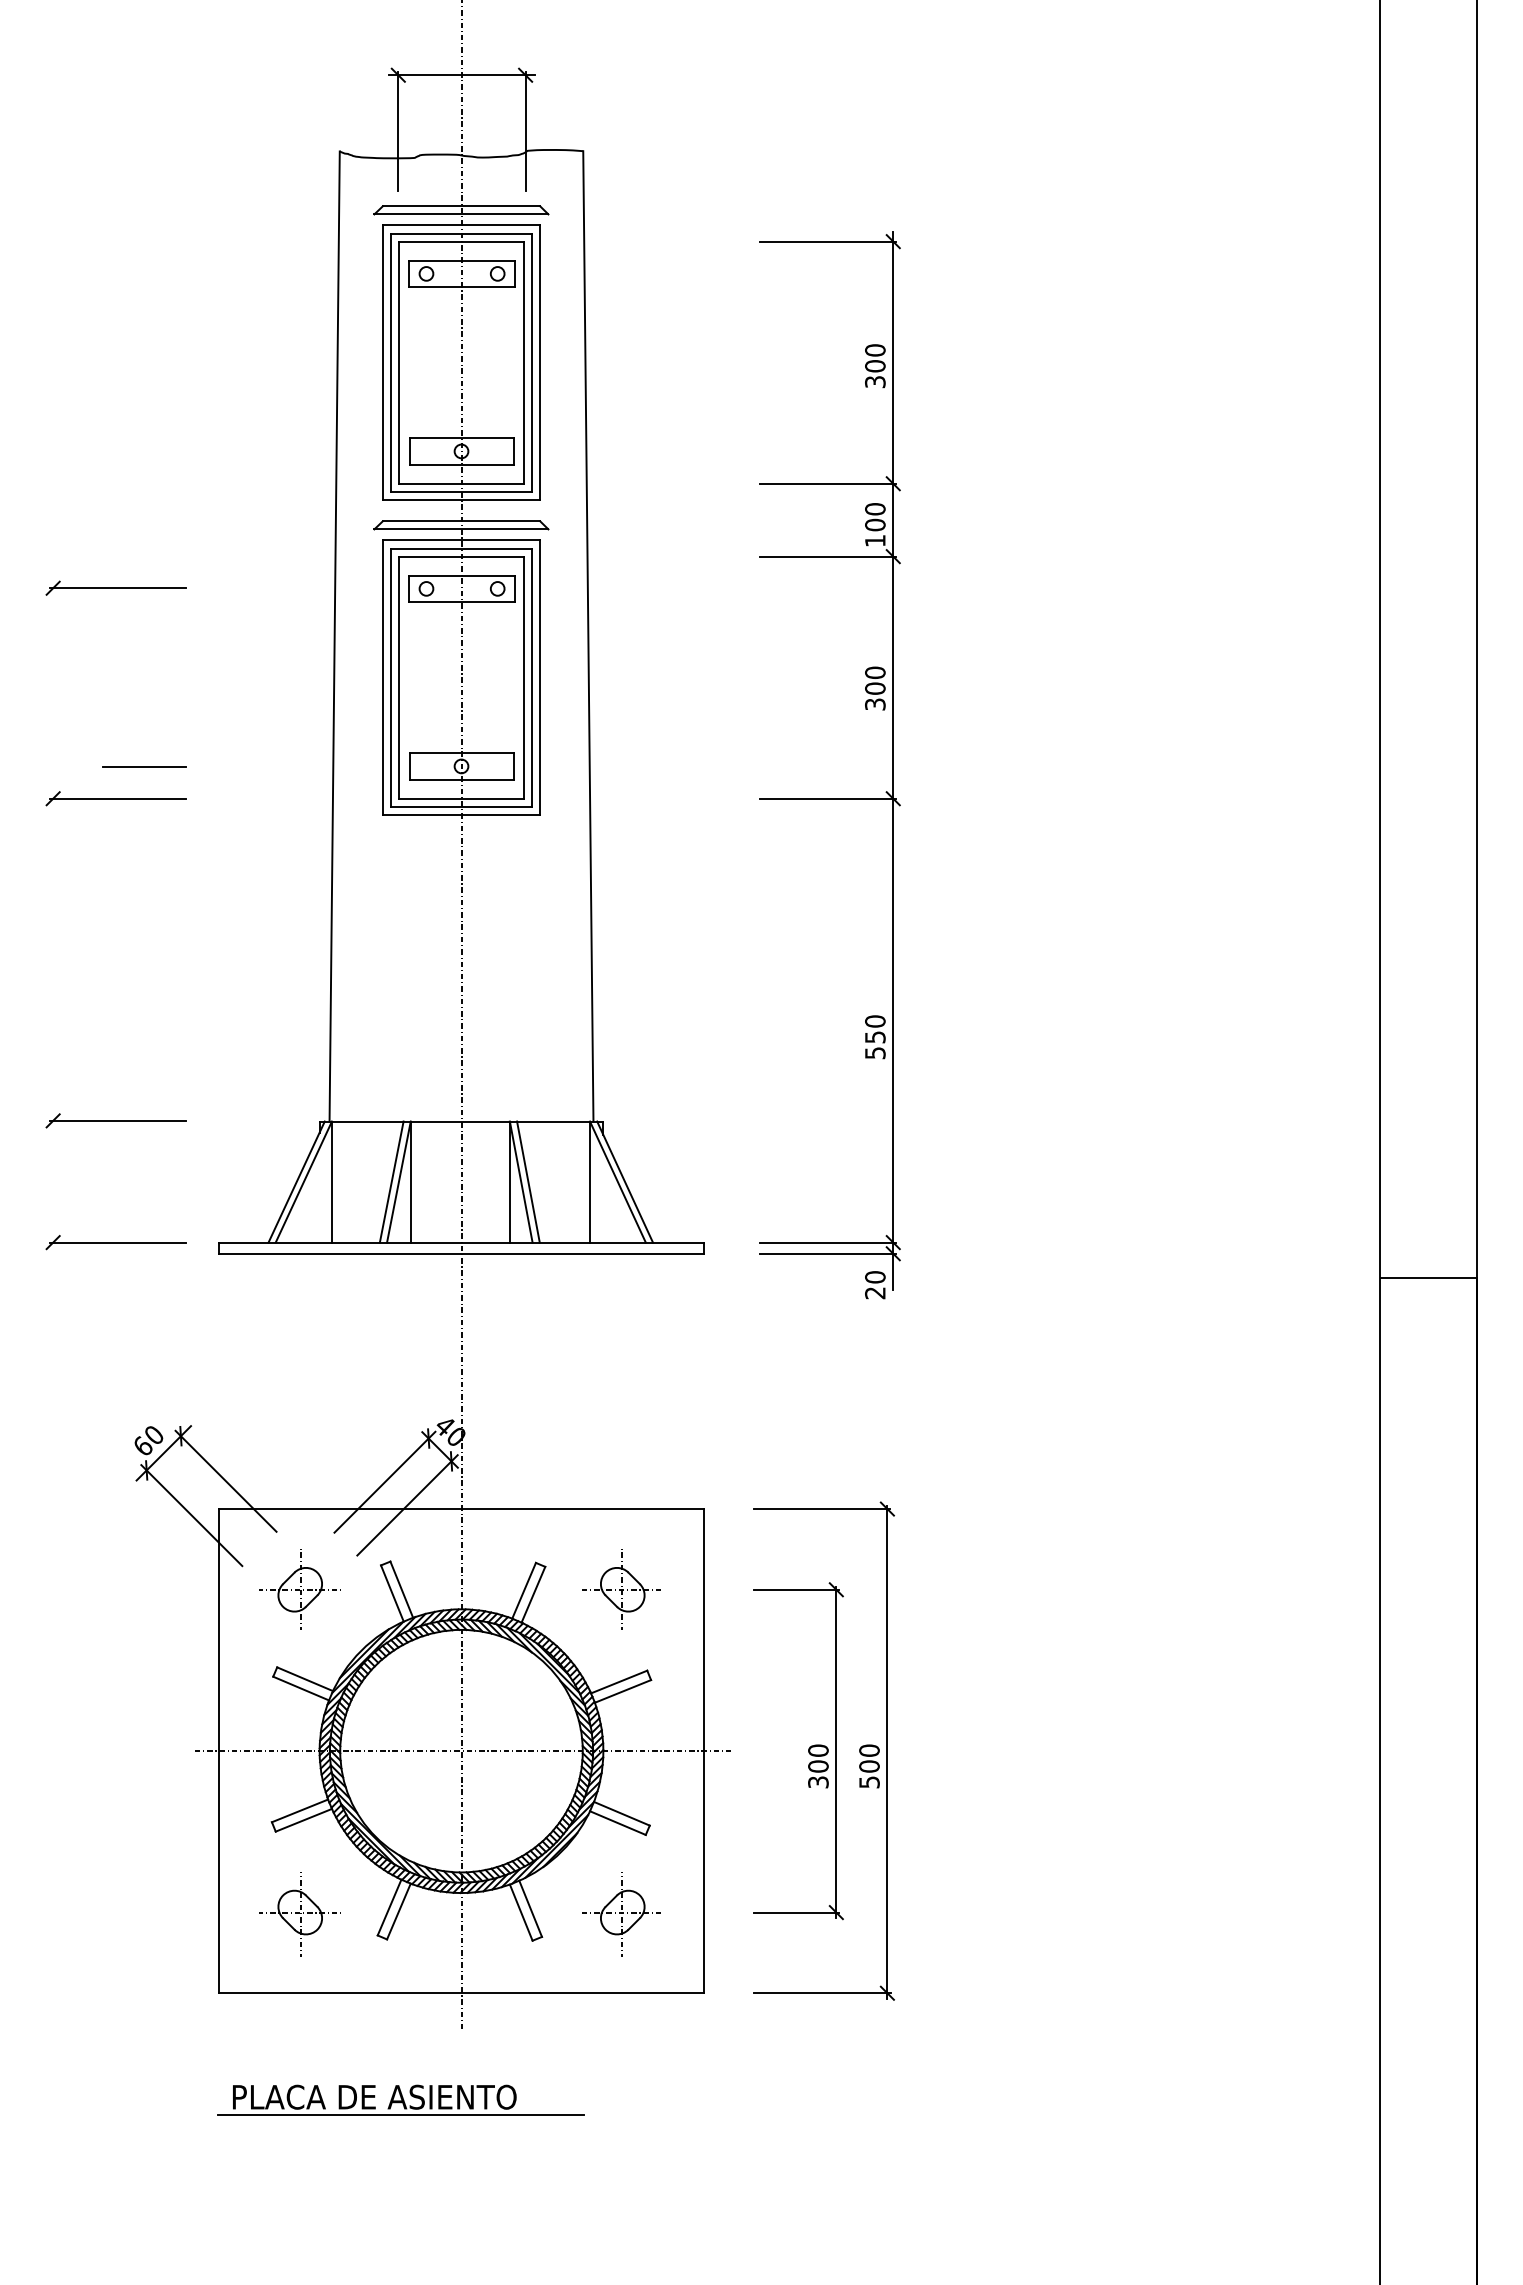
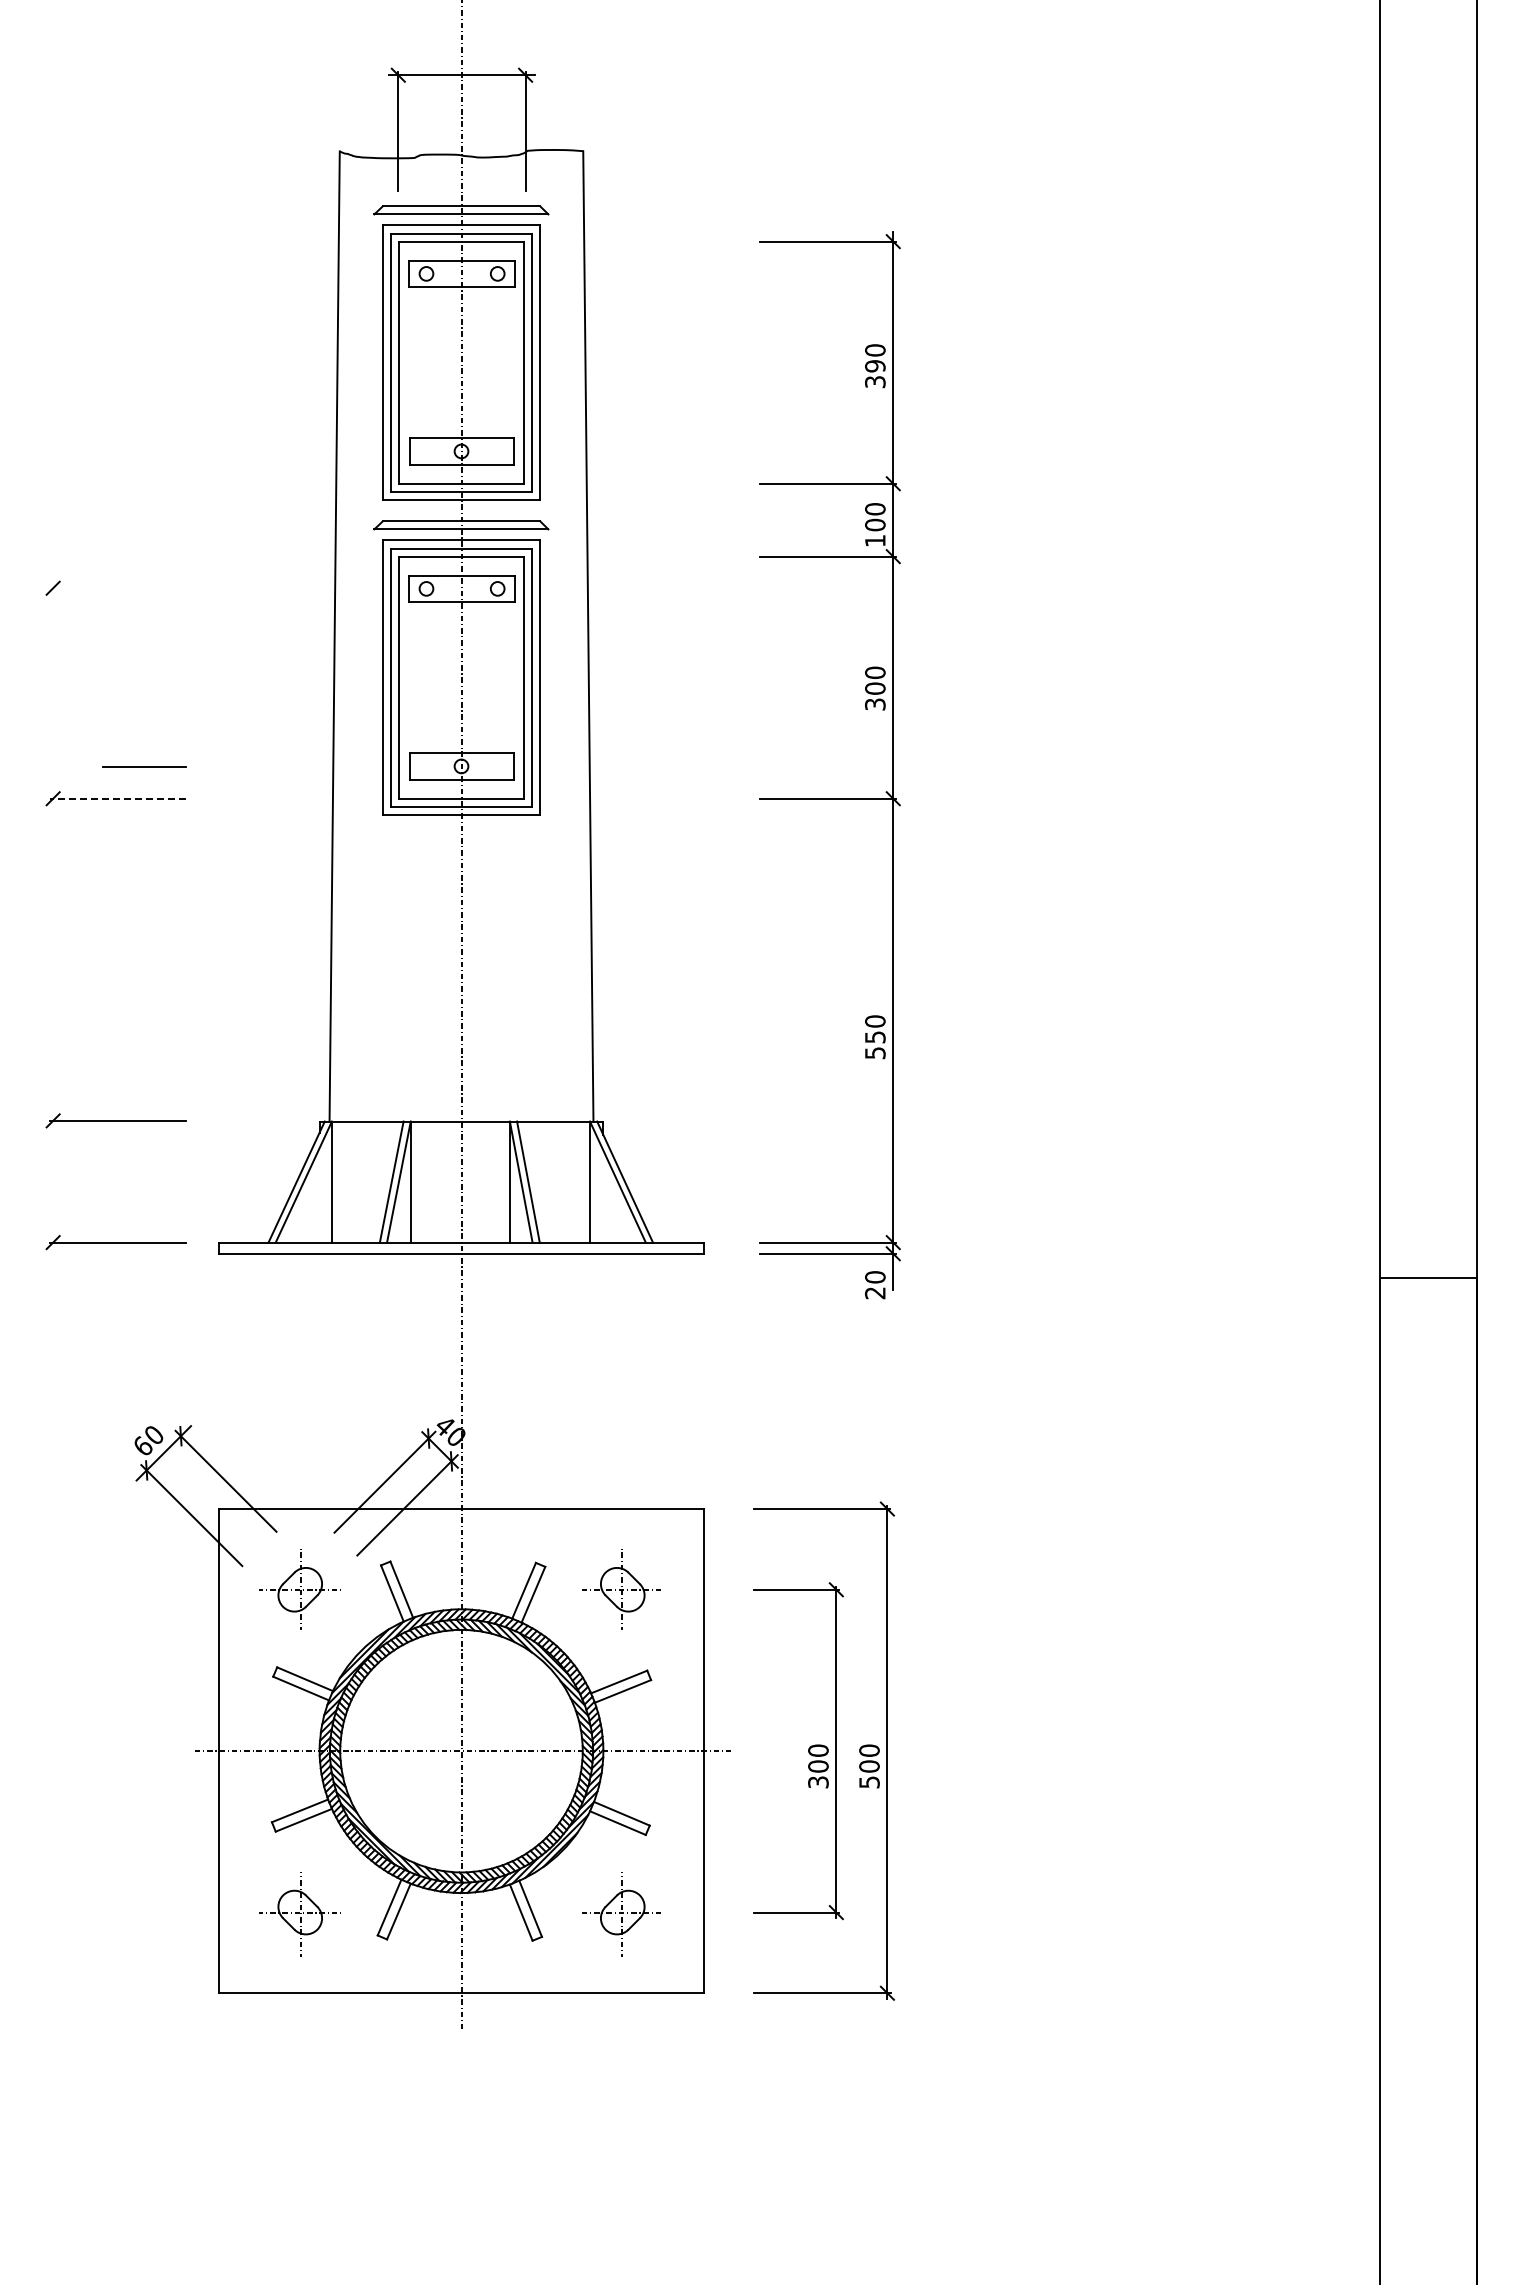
text at (875, 366): 300 -> 390
line at (118, 588): present -> none
line at (117, 798): solid -> dashed
part at (400, 2099): present -> none
